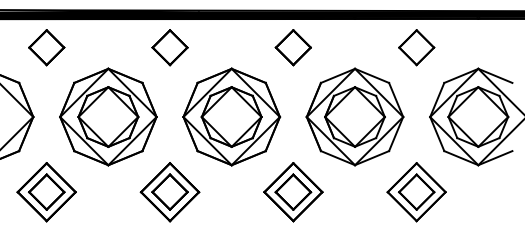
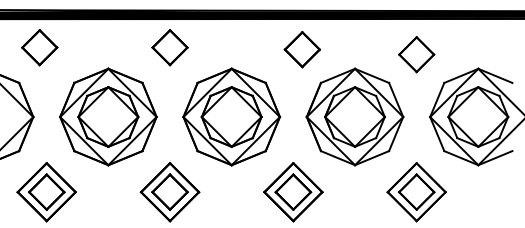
part at (46, 47) position: (46, 47) -> (39, 47)
part at (292, 47) position: (292, 47) -> (301, 49)
part at (416, 47) position: (416, 47) -> (416, 54)
